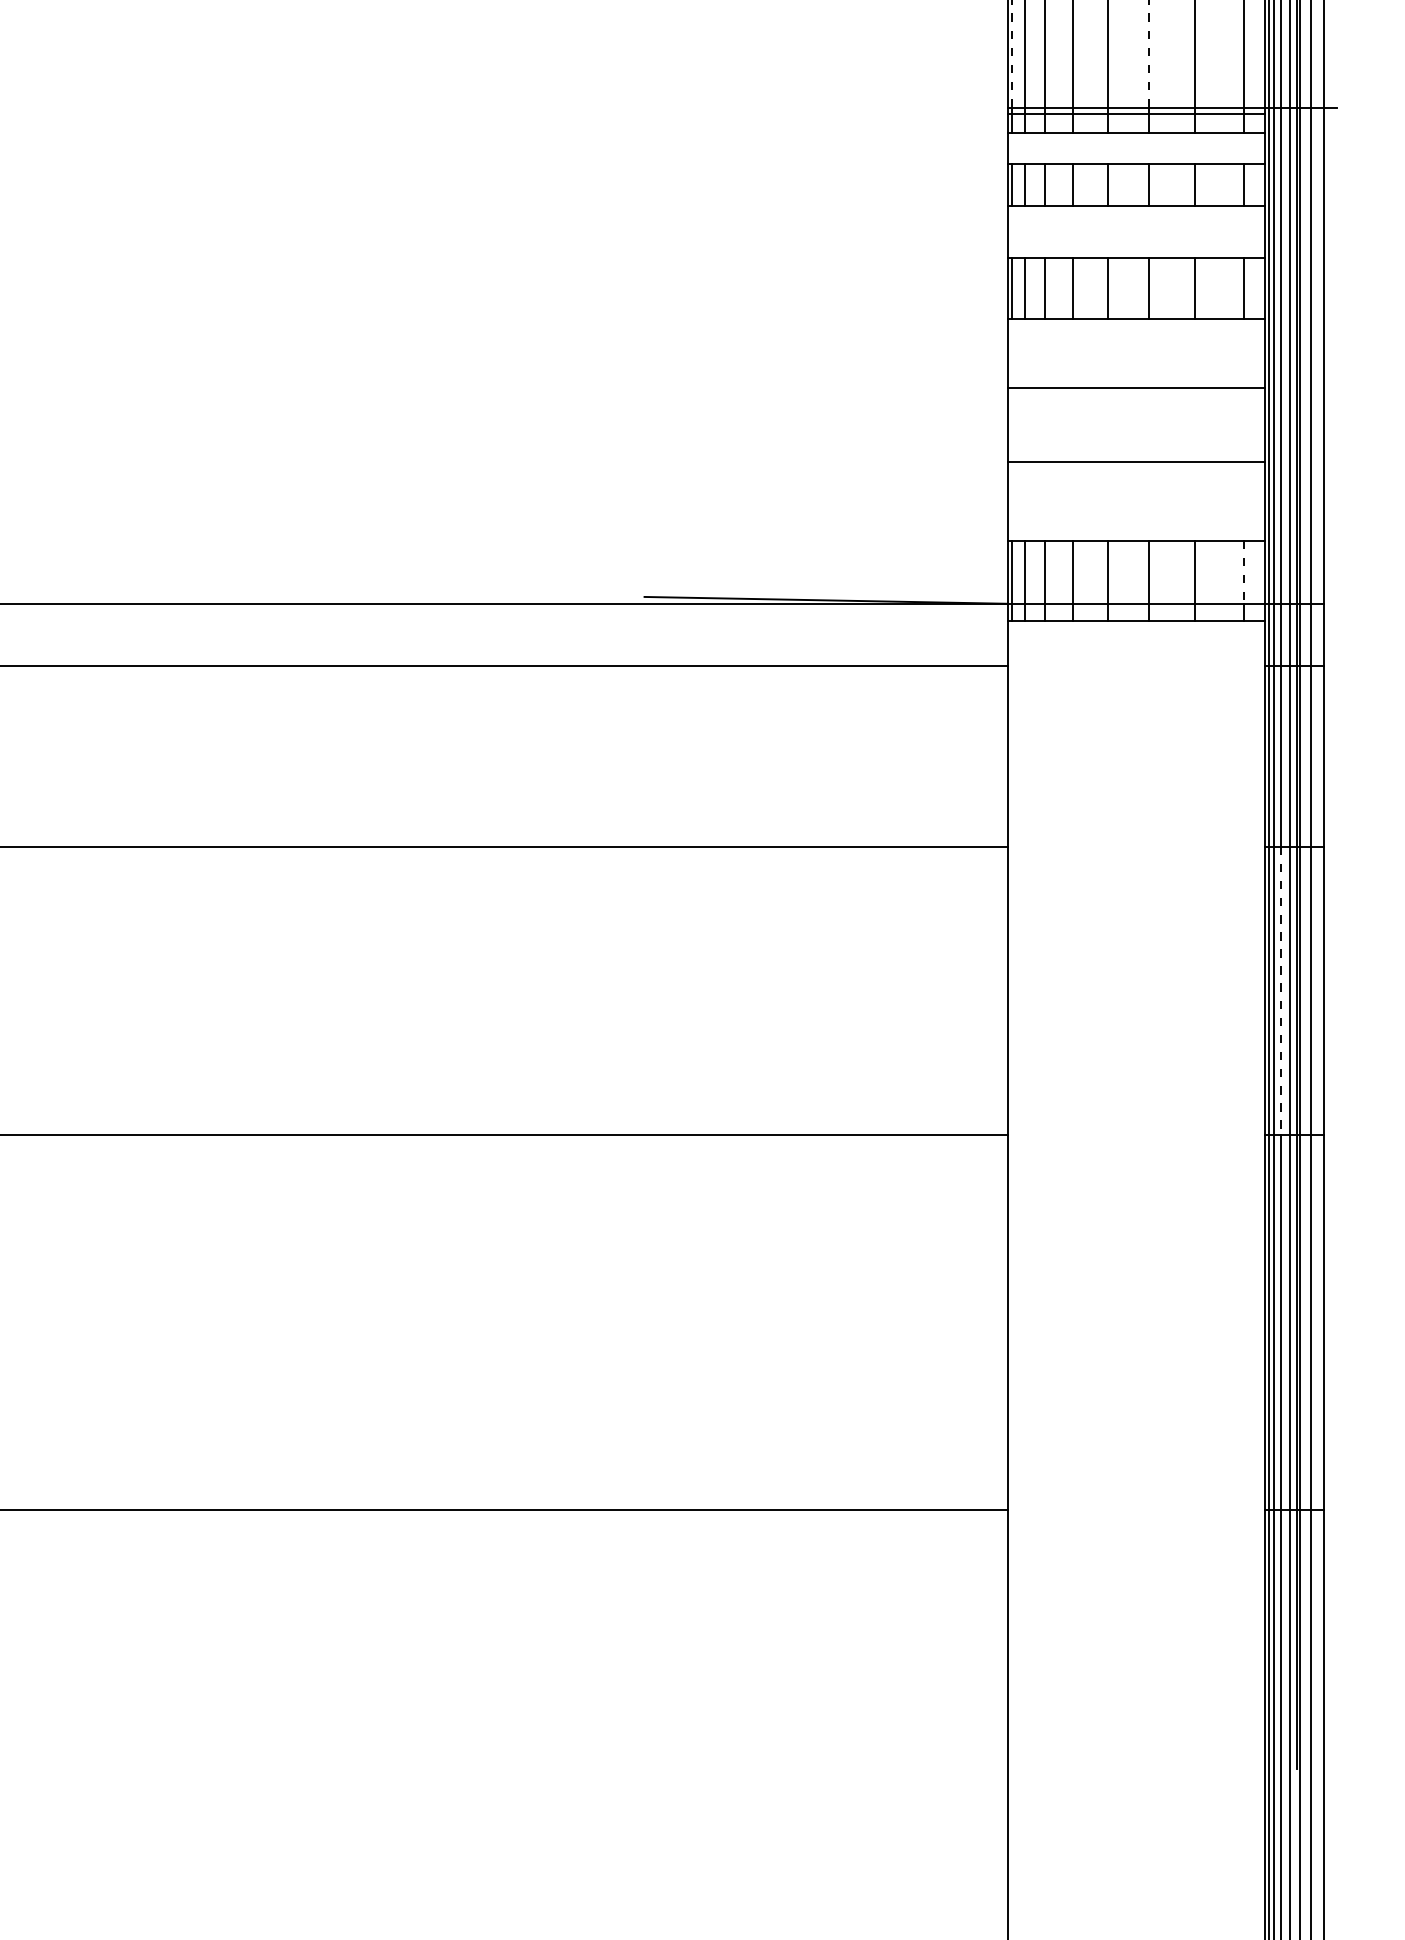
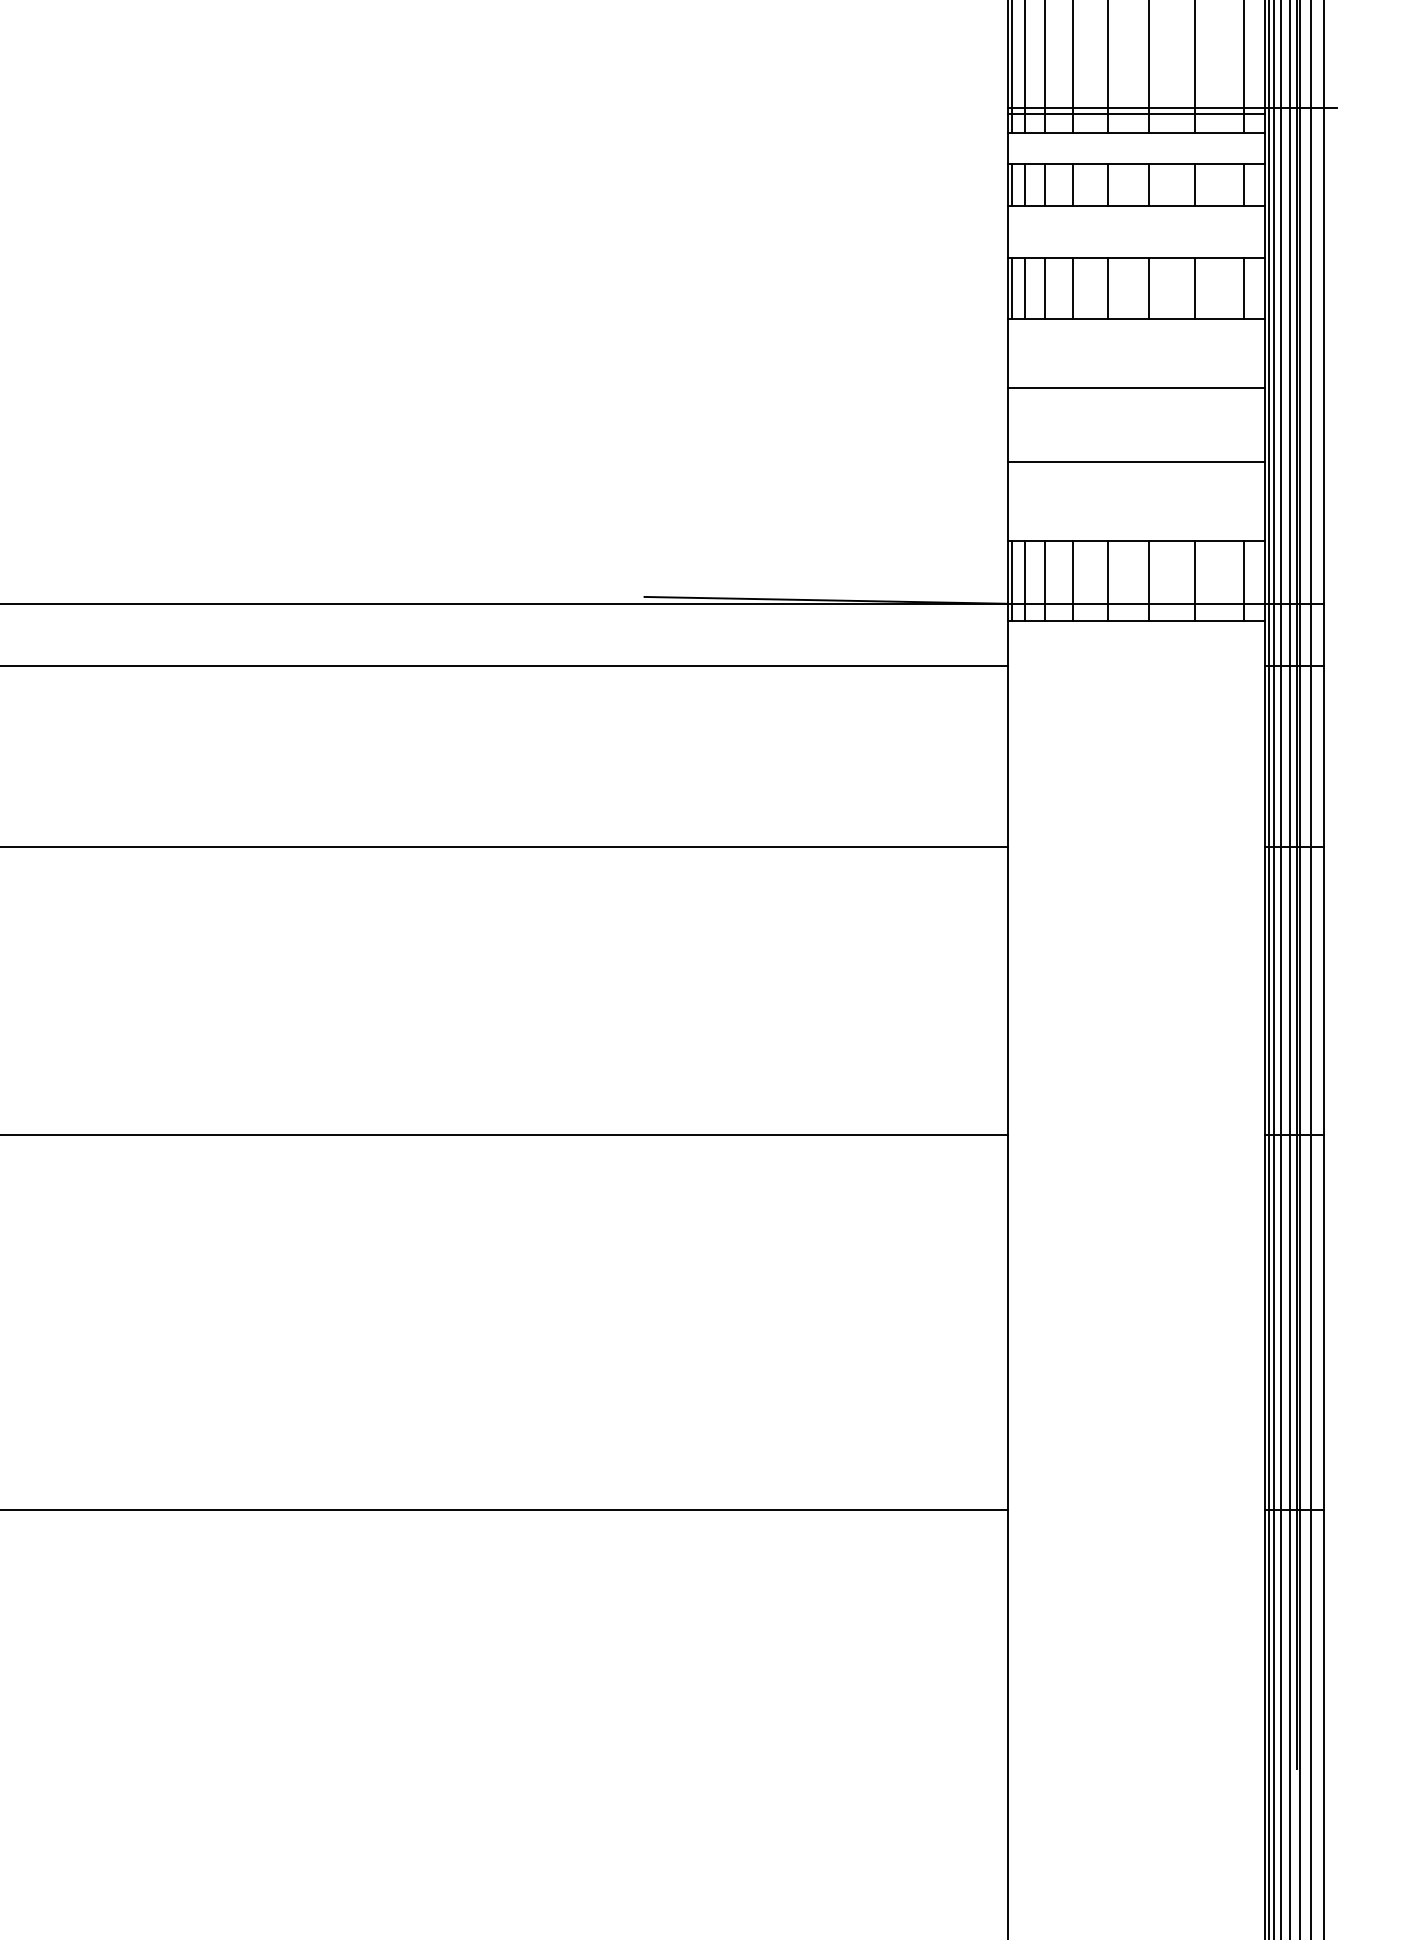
line at (1012, 54): dashed -> solid
line at (1149, 54): dashed -> solid
line at (1244, 572): dashed -> solid
line at (1280, 991): dashed -> solid
